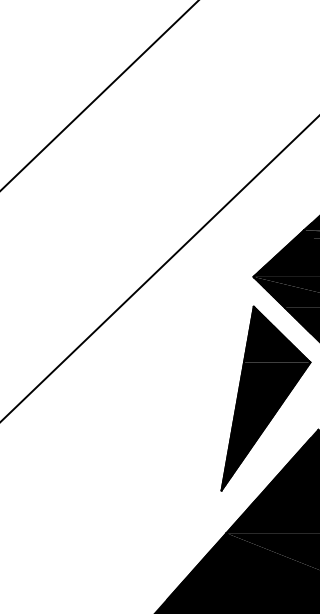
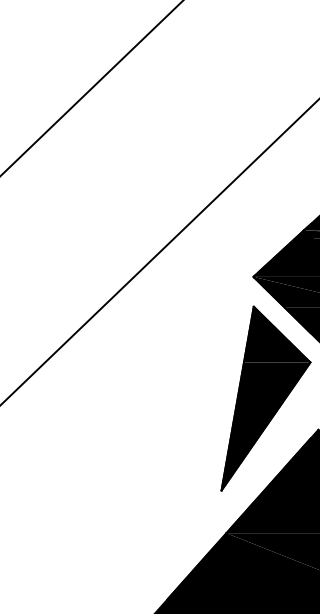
line at (99, 95) position: (99, 95) -> (91, 88)
line at (159, 269) position: (159, 269) -> (159, 252)
